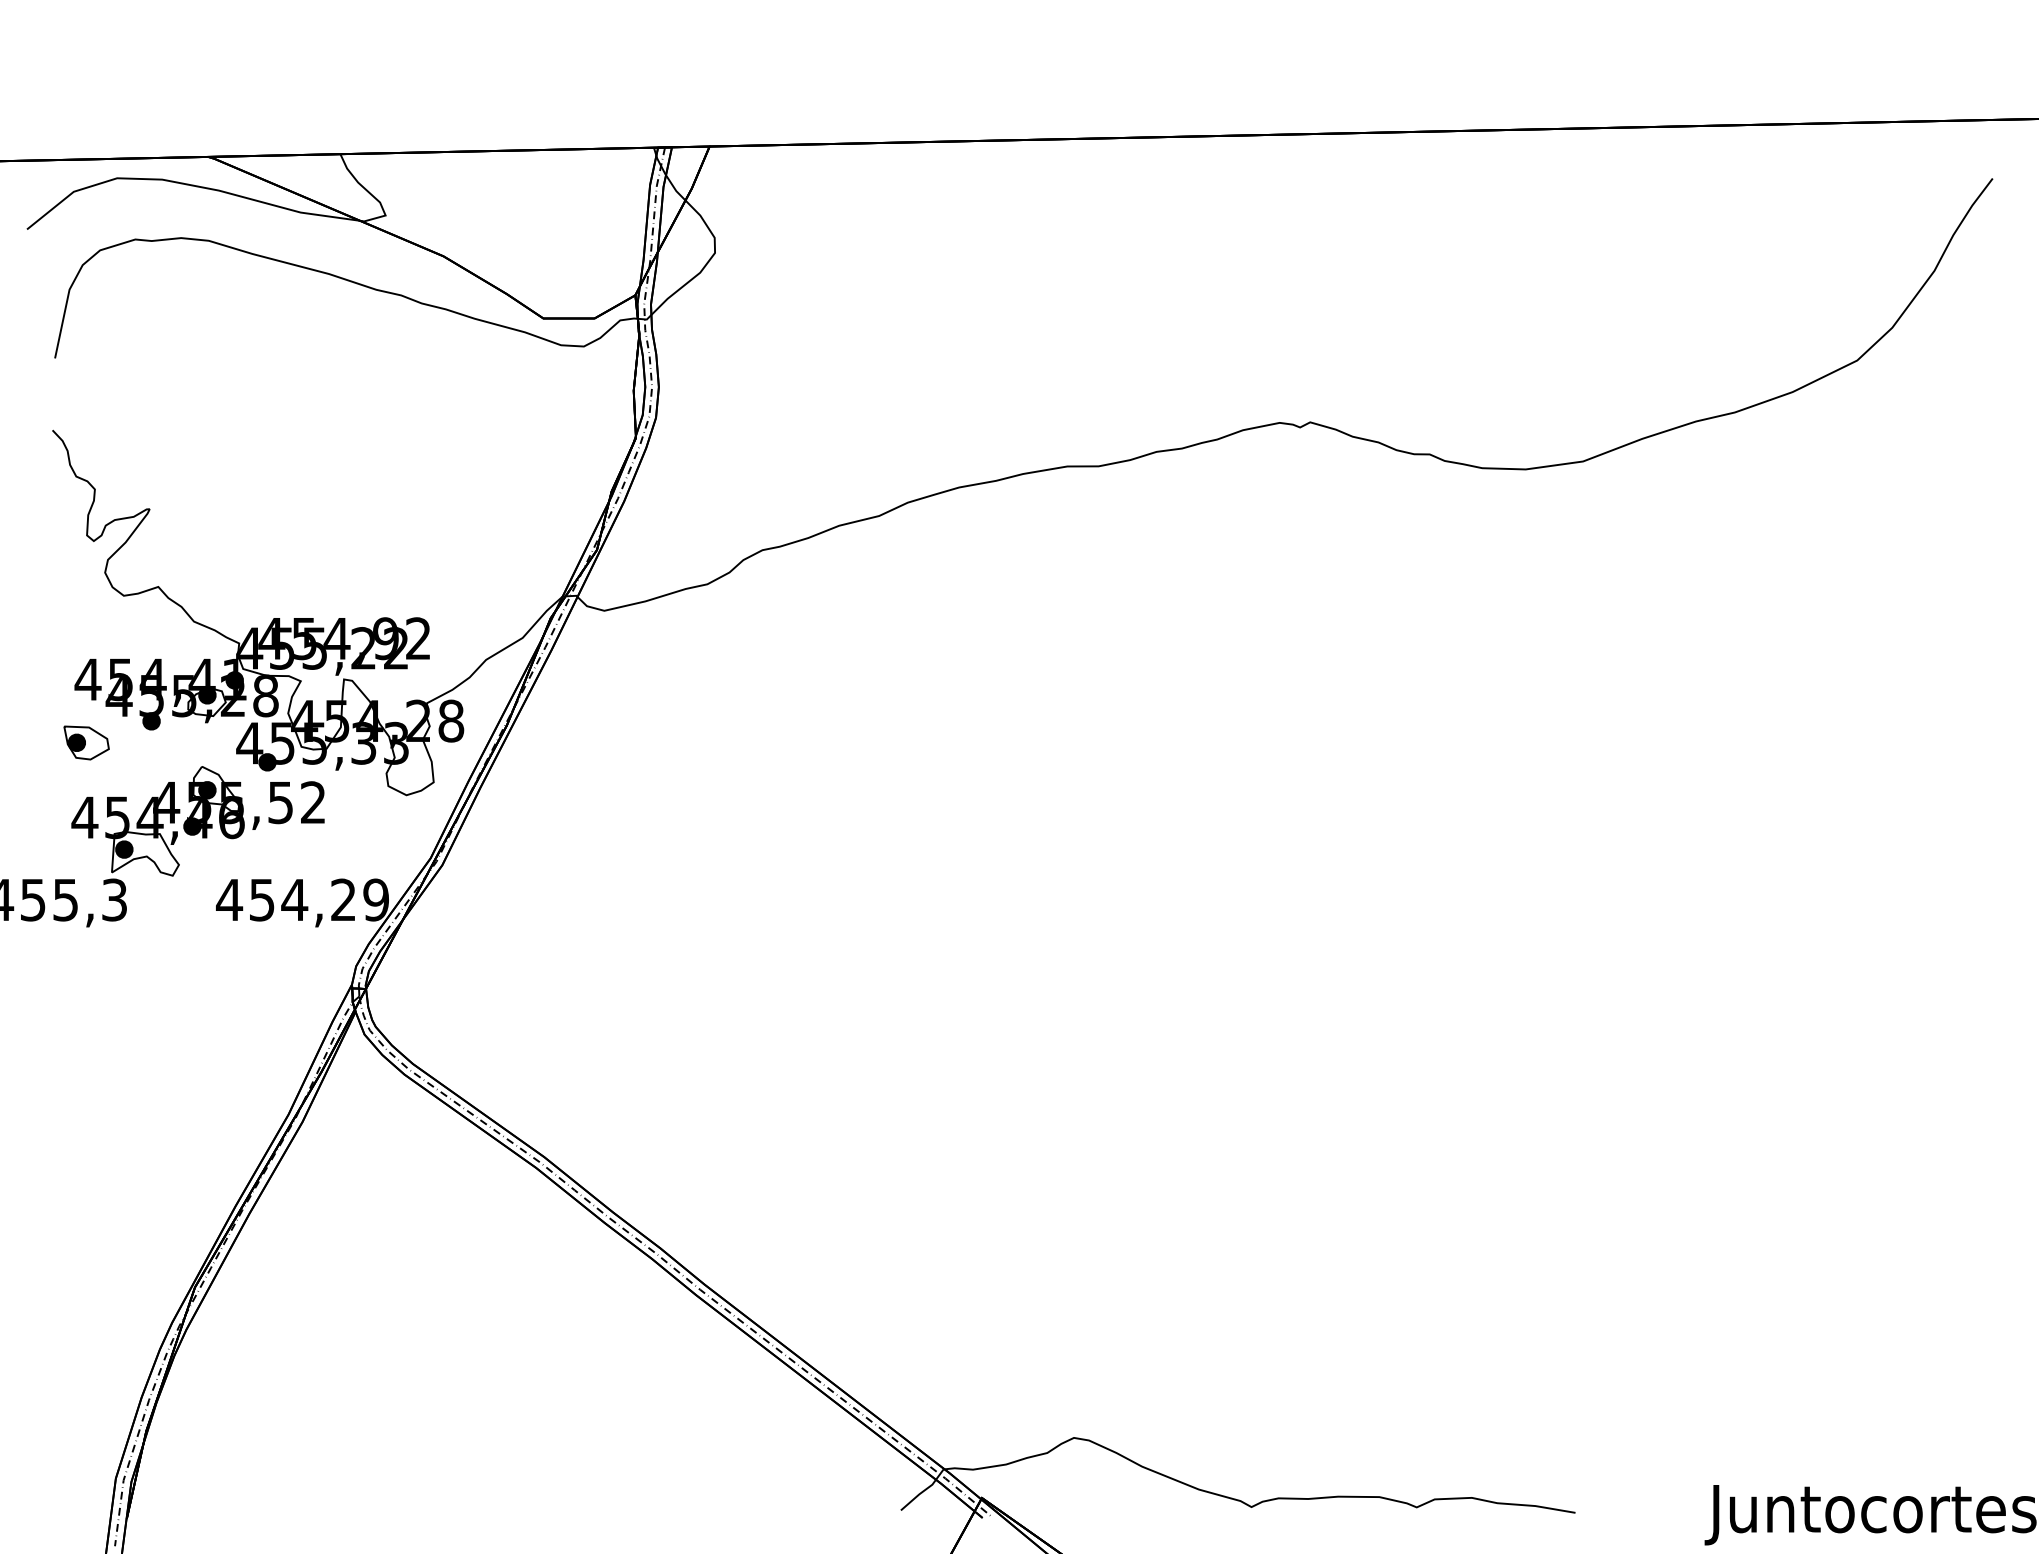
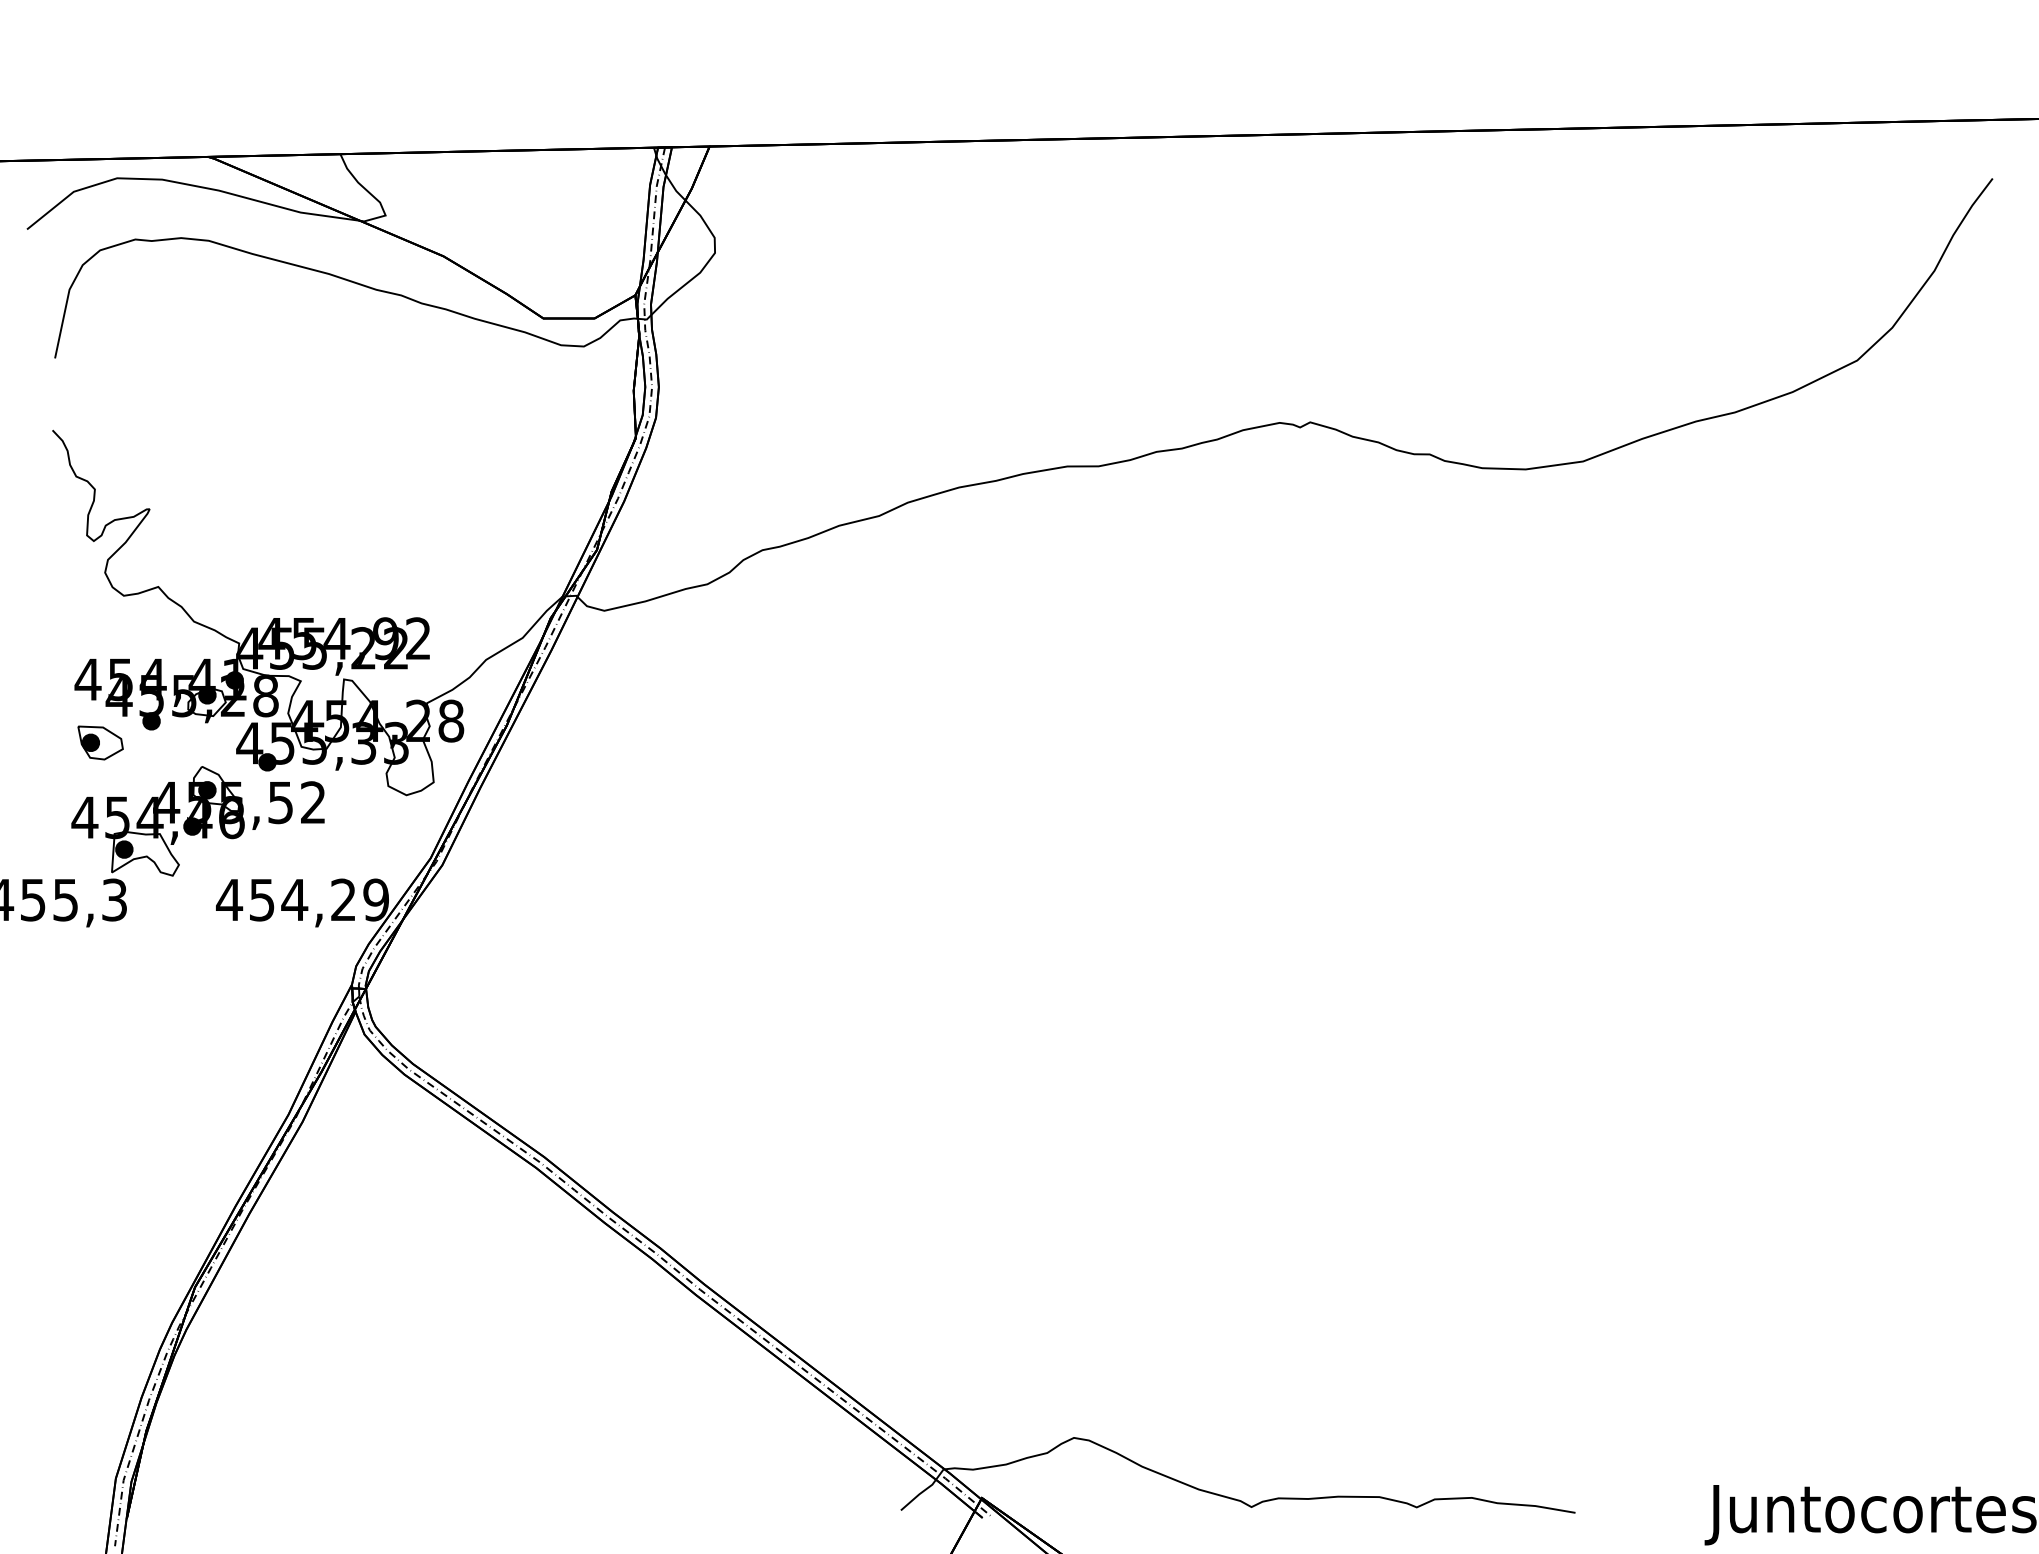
part at (86, 742) position: (86, 742) -> (100, 742)
